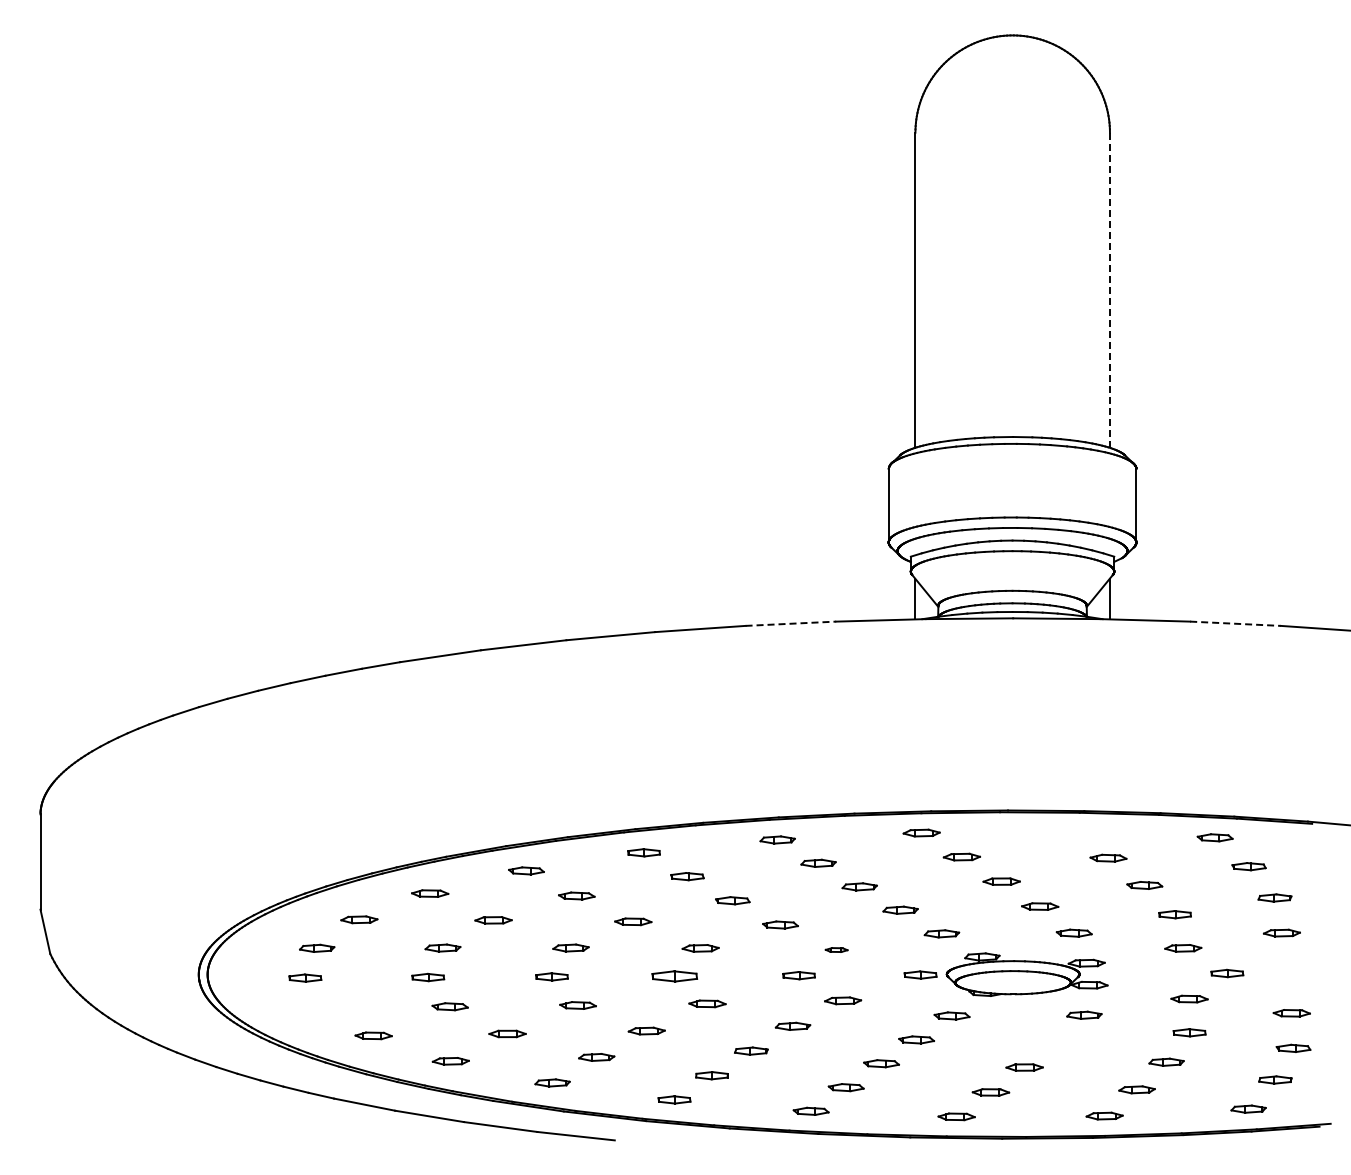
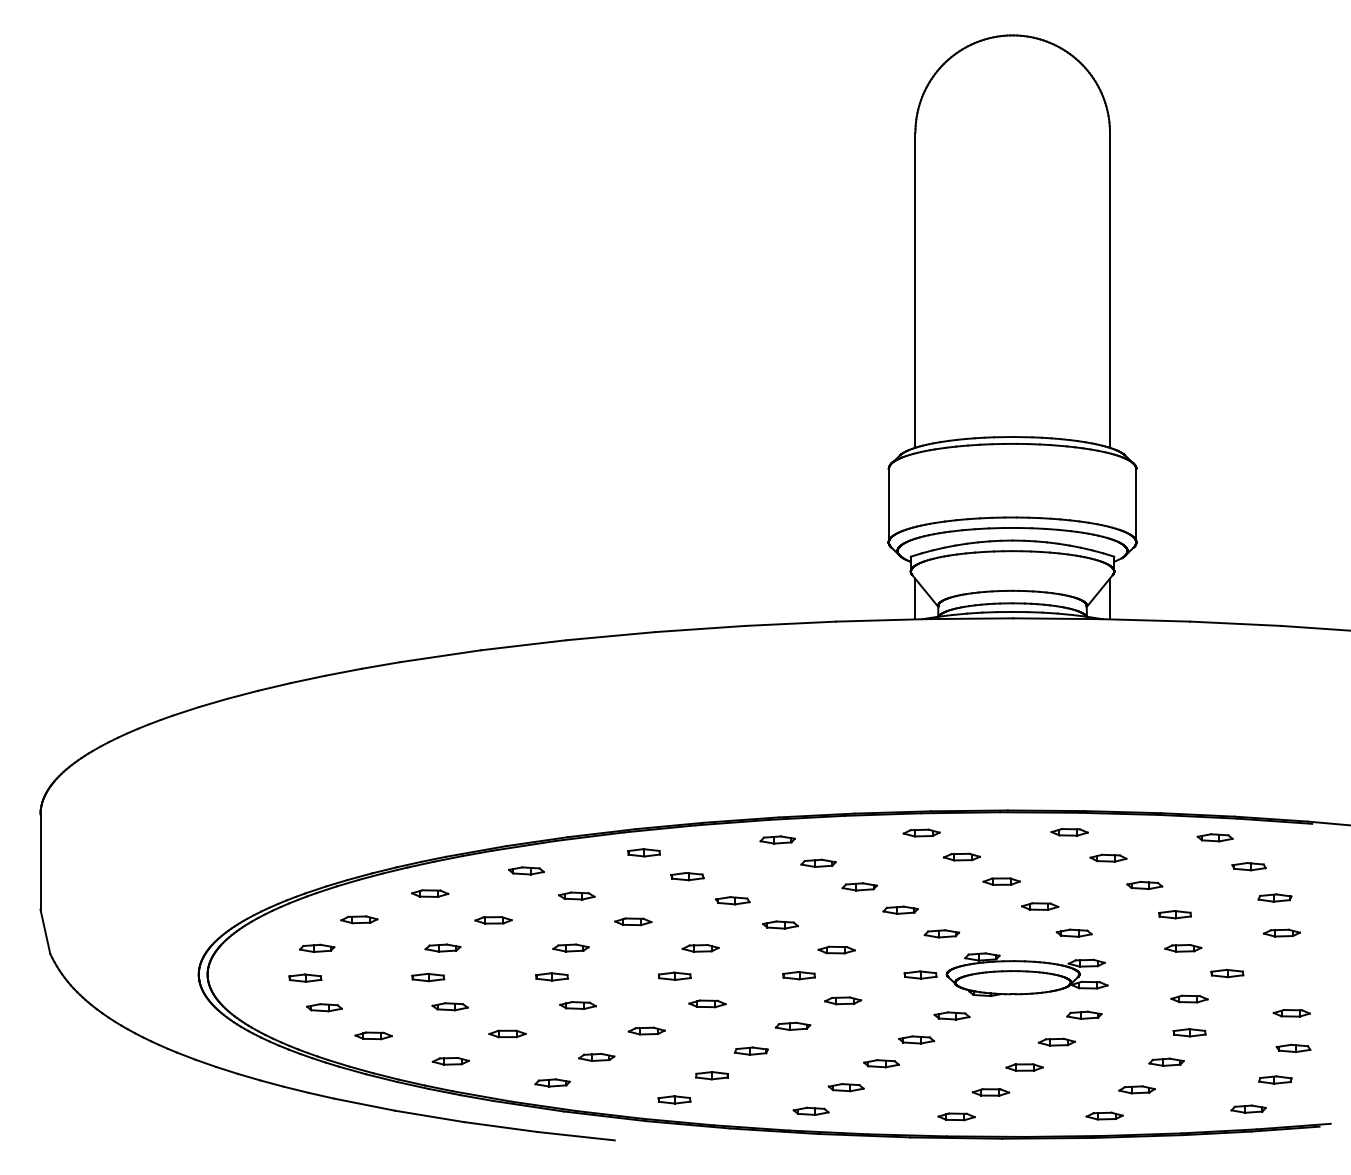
line at (1109, 290): dashed -> solid
line at (791, 623): dashed -> solid
line at (1235, 623): dashed -> solid
part at (1069, 832): none -> present
part at (836, 949) size: 25x6 px -> 39x10 px
part at (674, 976) size: 48x13 px -> 34x10 px
part at (324, 1007): none -> present
part at (1056, 1041): none -> present
